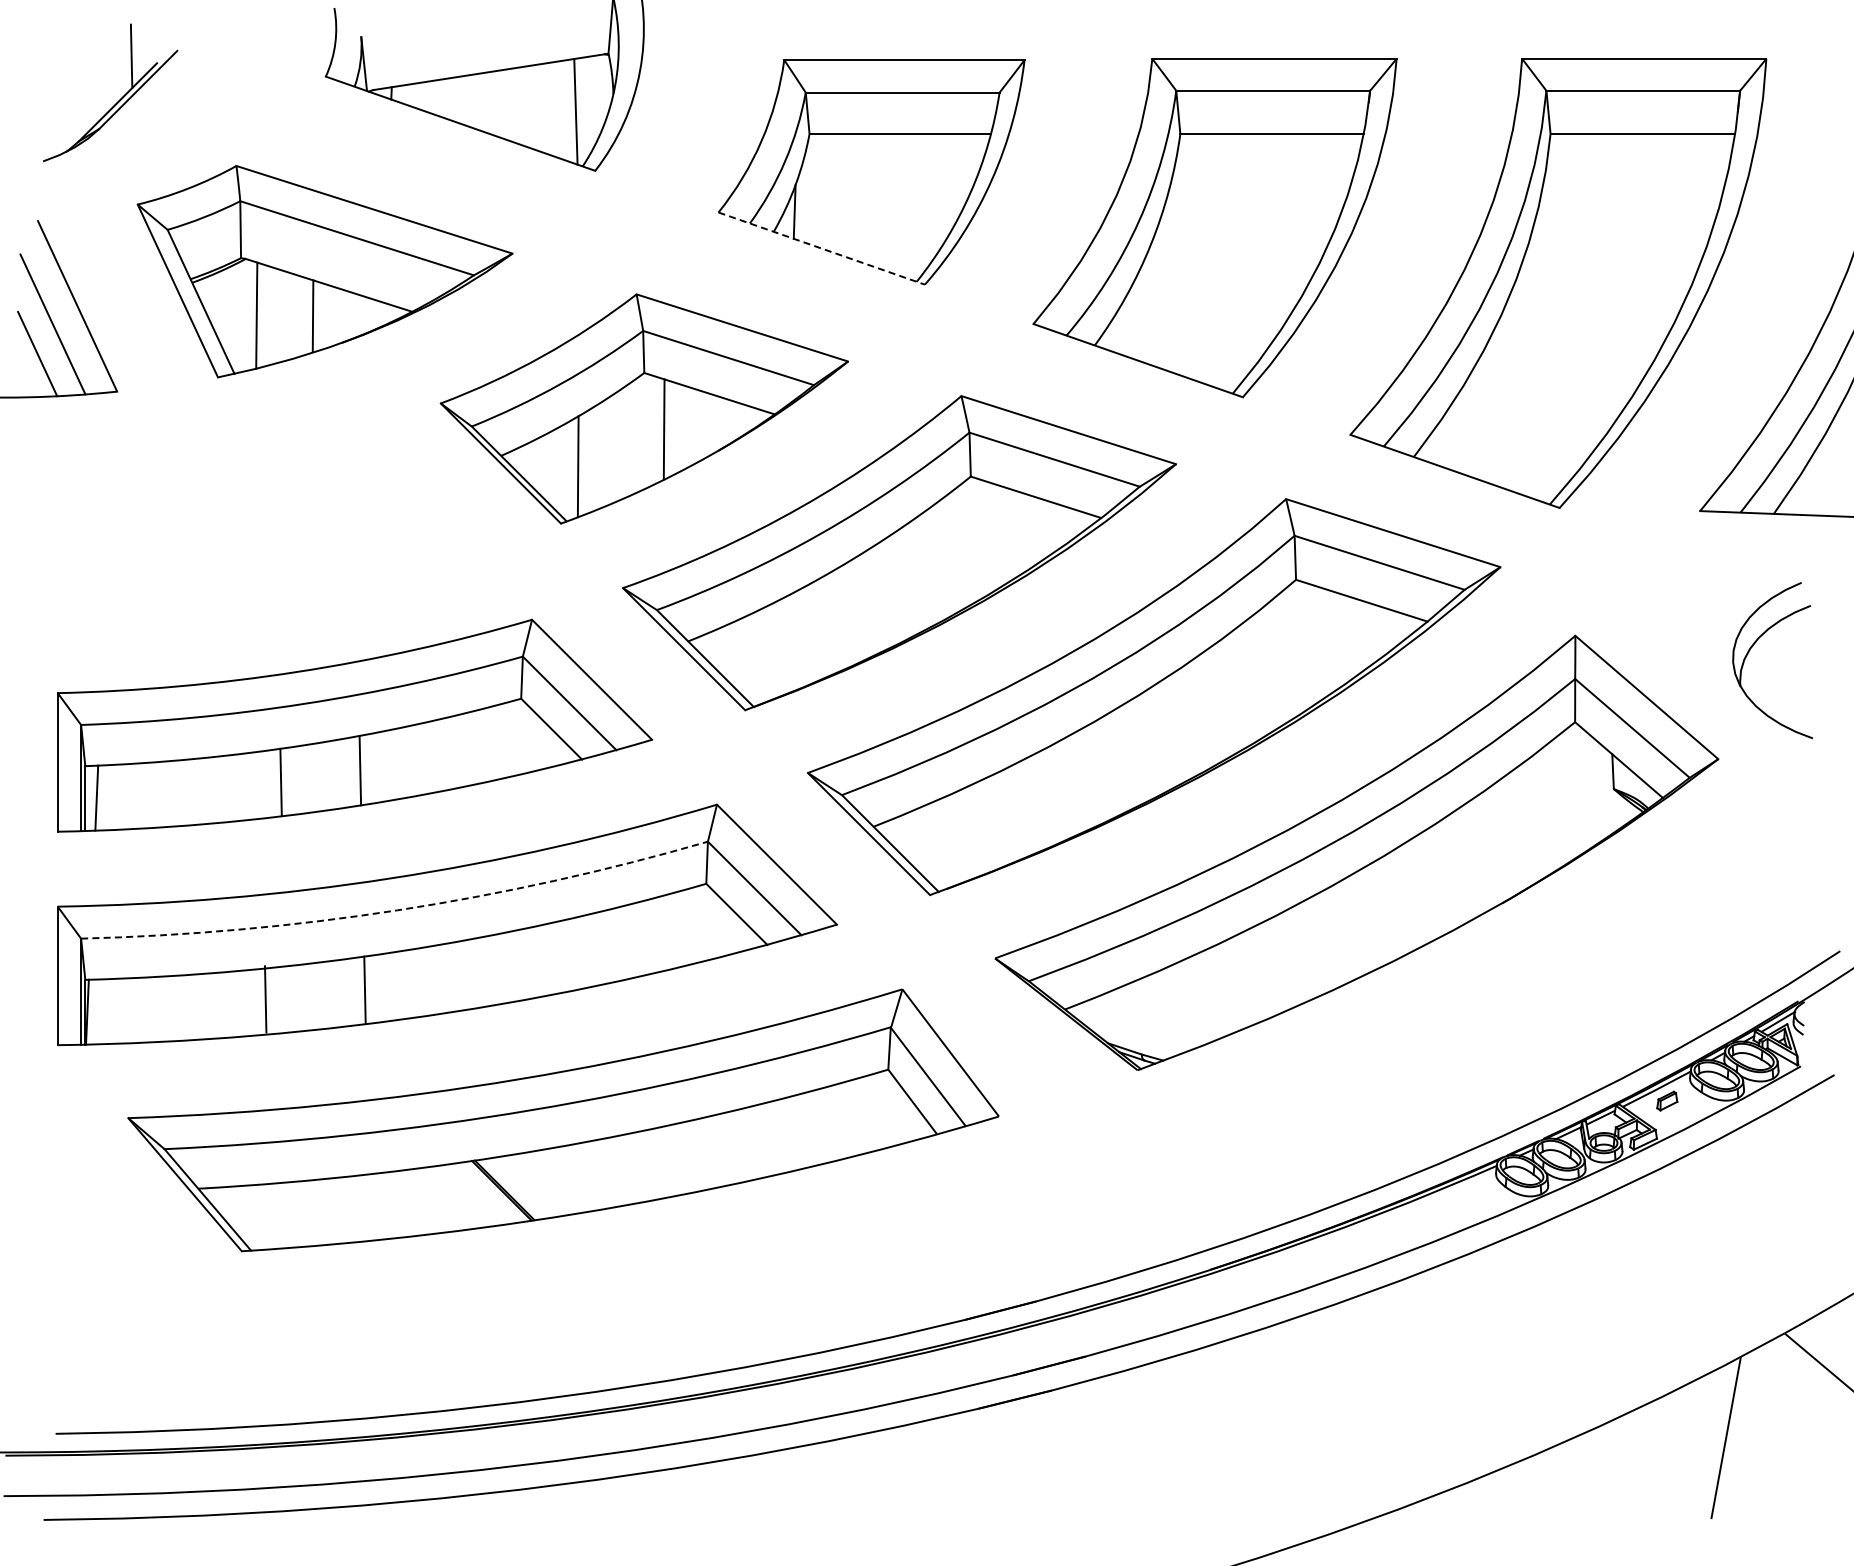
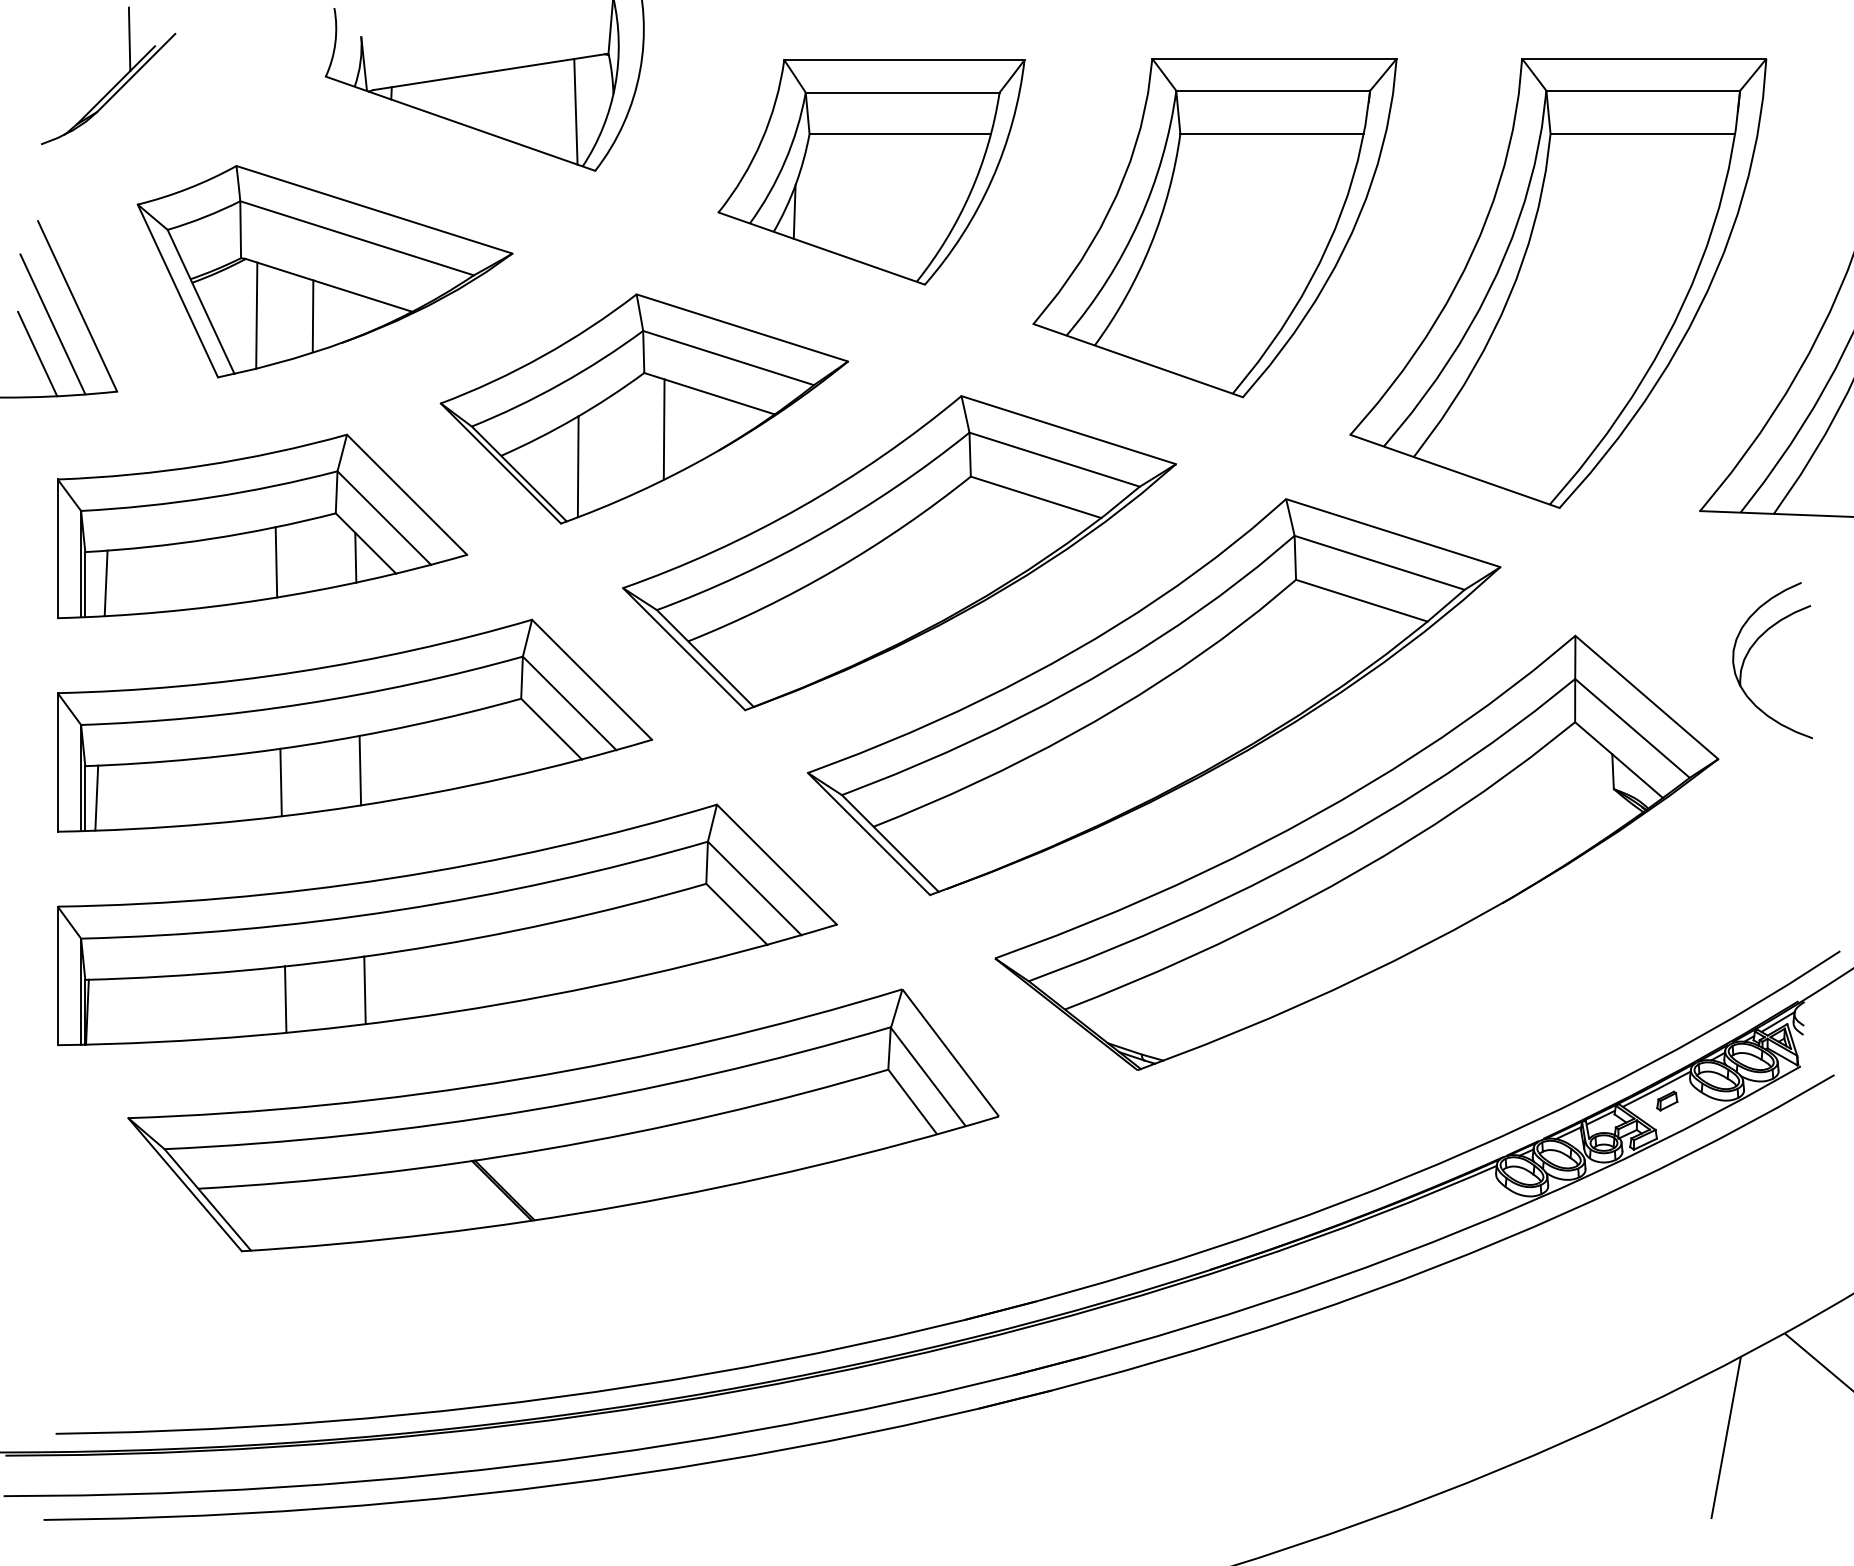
part at (118, 100) position: (118, 100) -> (116, 83)
line at (822, 248): dashed -> solid
part at (262, 526): none -> present
arc at (397, 910): dashed -> solid
line at (265, 999) position: (265, 999) -> (285, 999)
